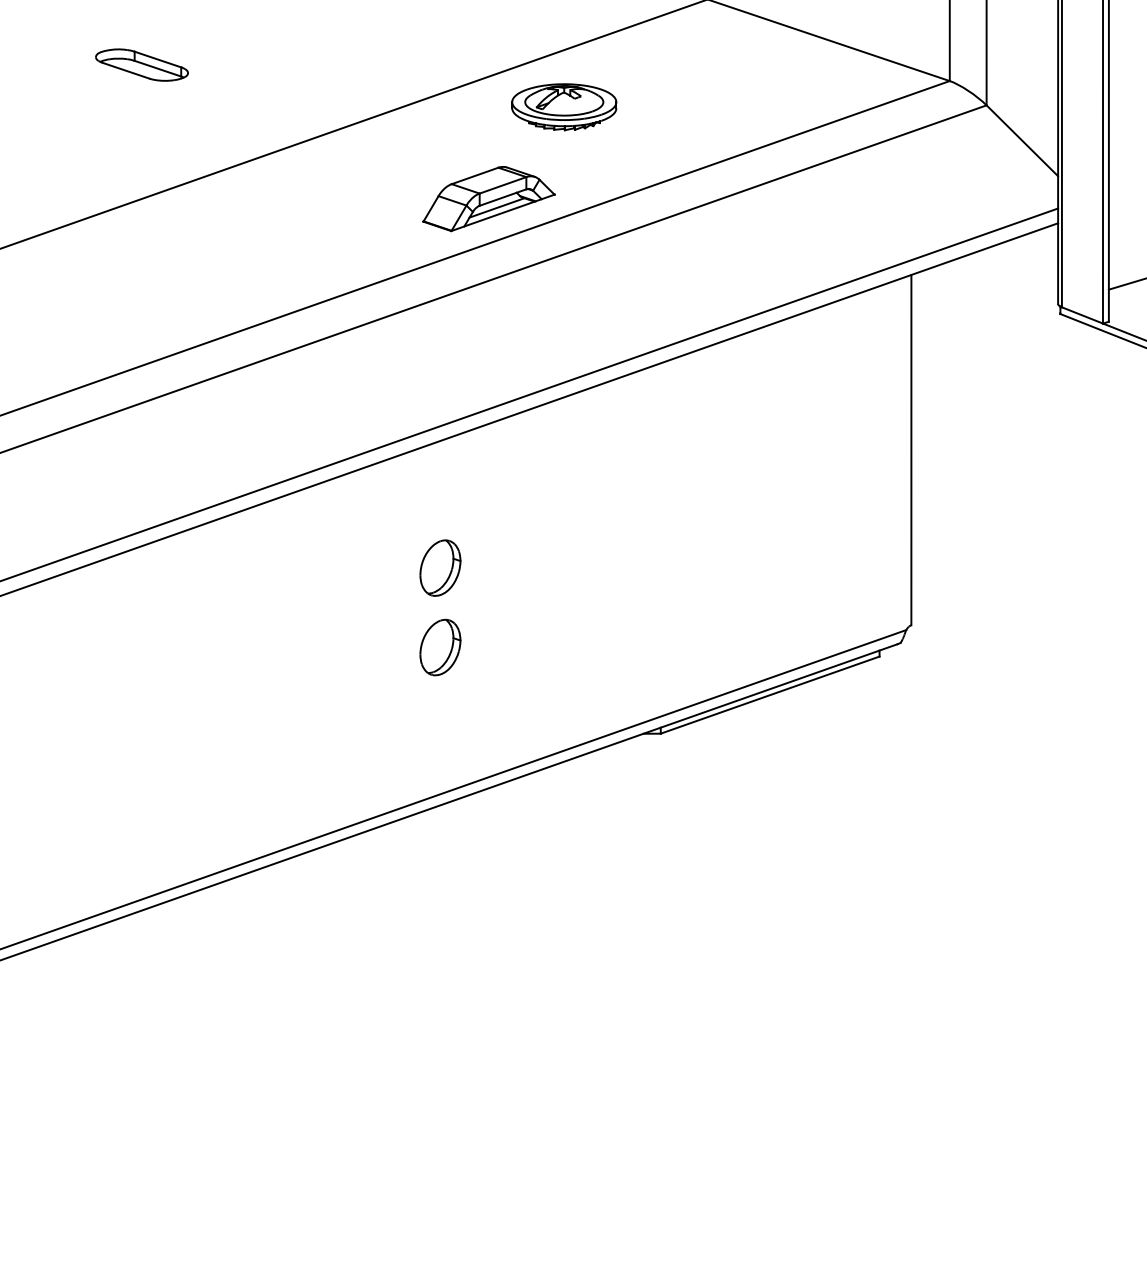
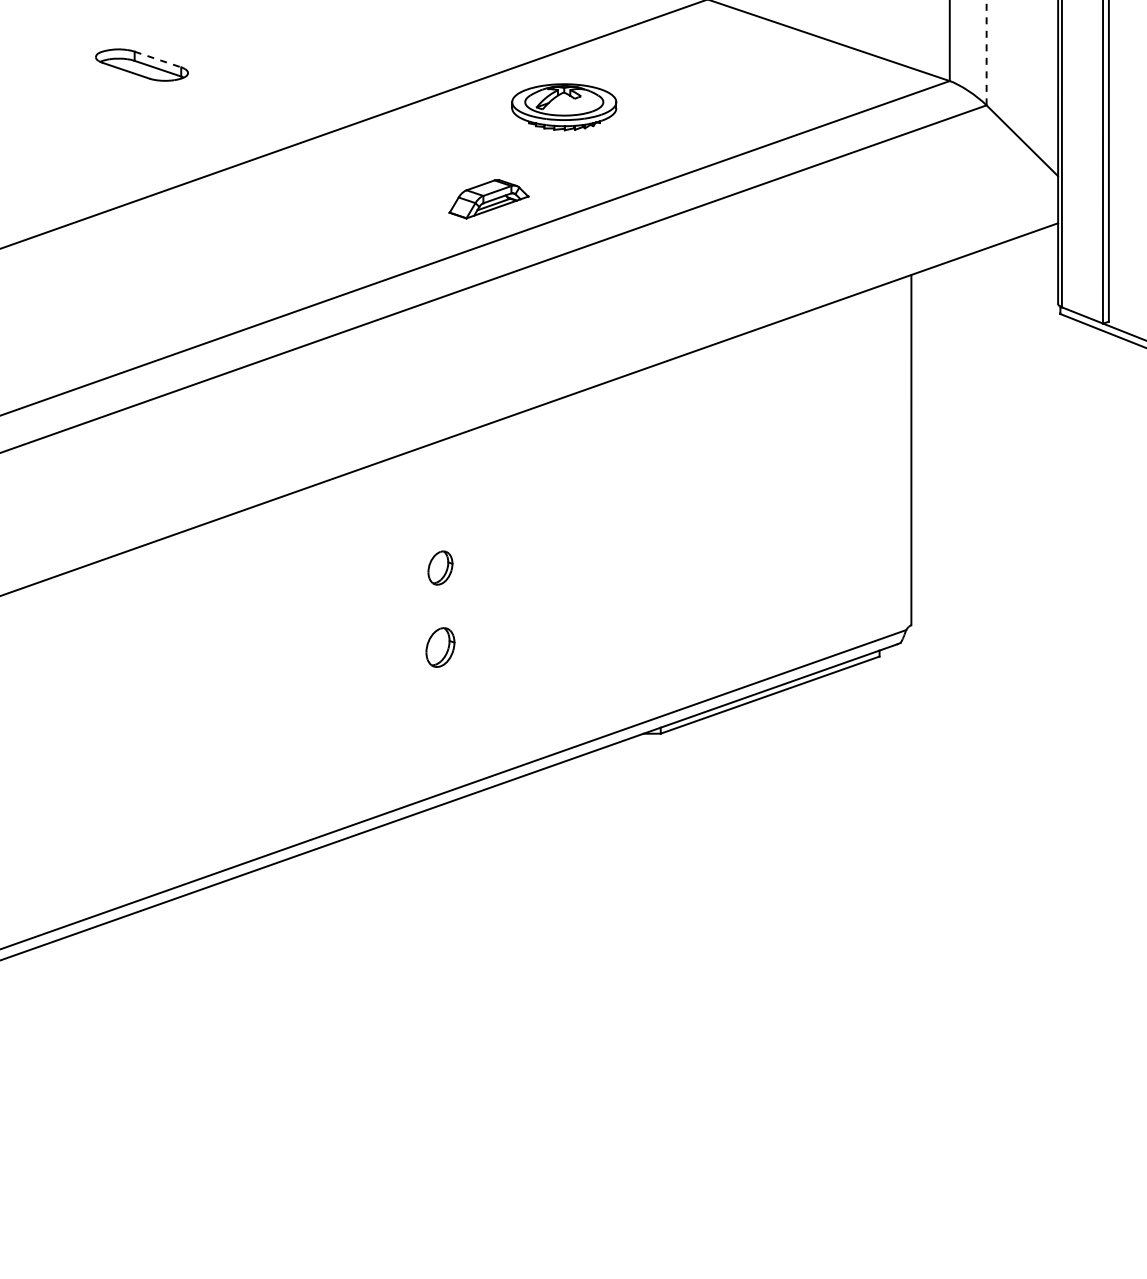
line at (986, 52): solid -> dashed
line at (157, 59): solid -> dashed
part at (488, 199) size: 134x67 px -> 82x41 px
line at (1125, 284): present -> none
line at (530, 394): present -> none
part at (440, 567) size: 43x58 px -> 27x36 px
part at (440, 647) size: 43x59 px -> 31x41 px
